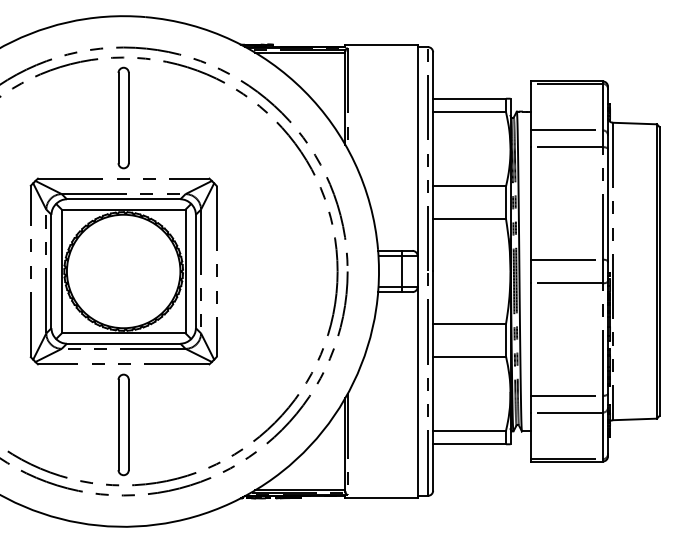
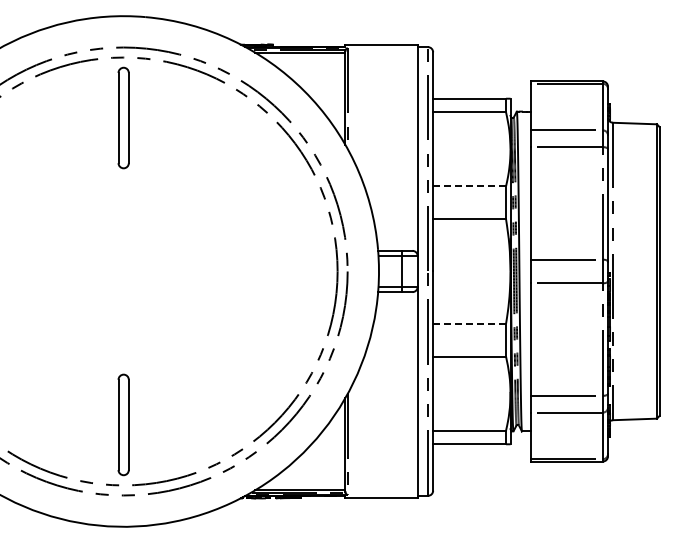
line at (469, 186): solid -> dashed
part at (123, 271): present -> none
line at (469, 323): solid -> dashed
